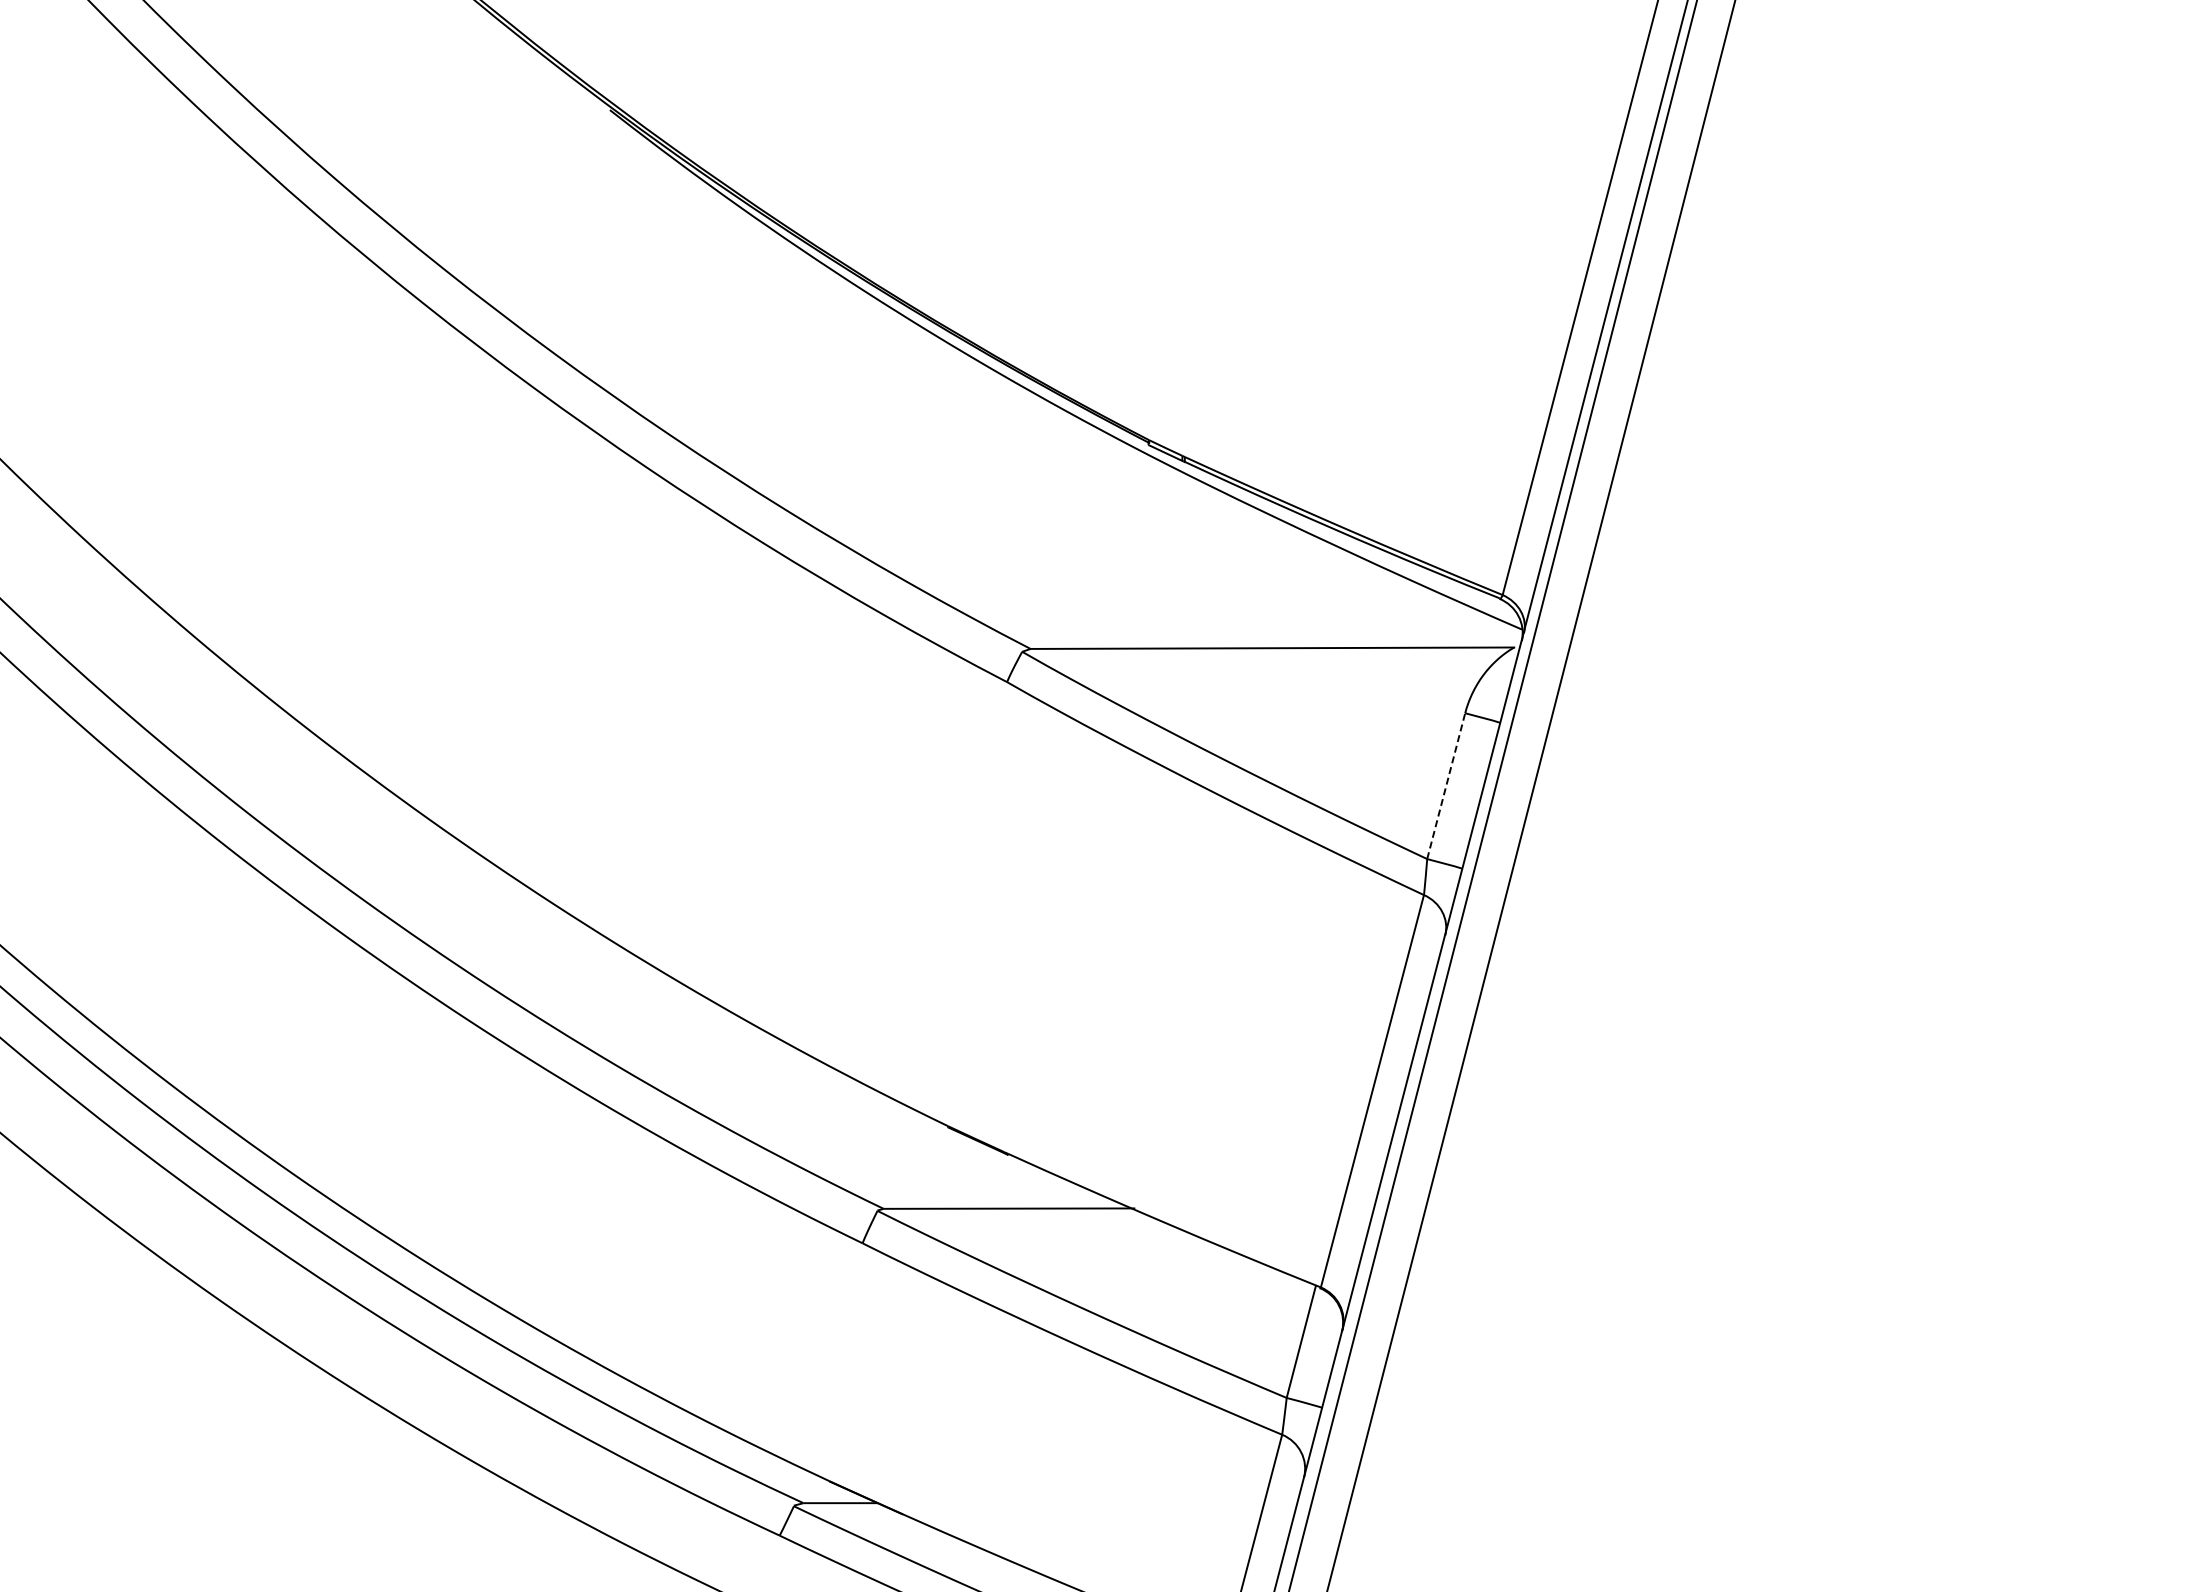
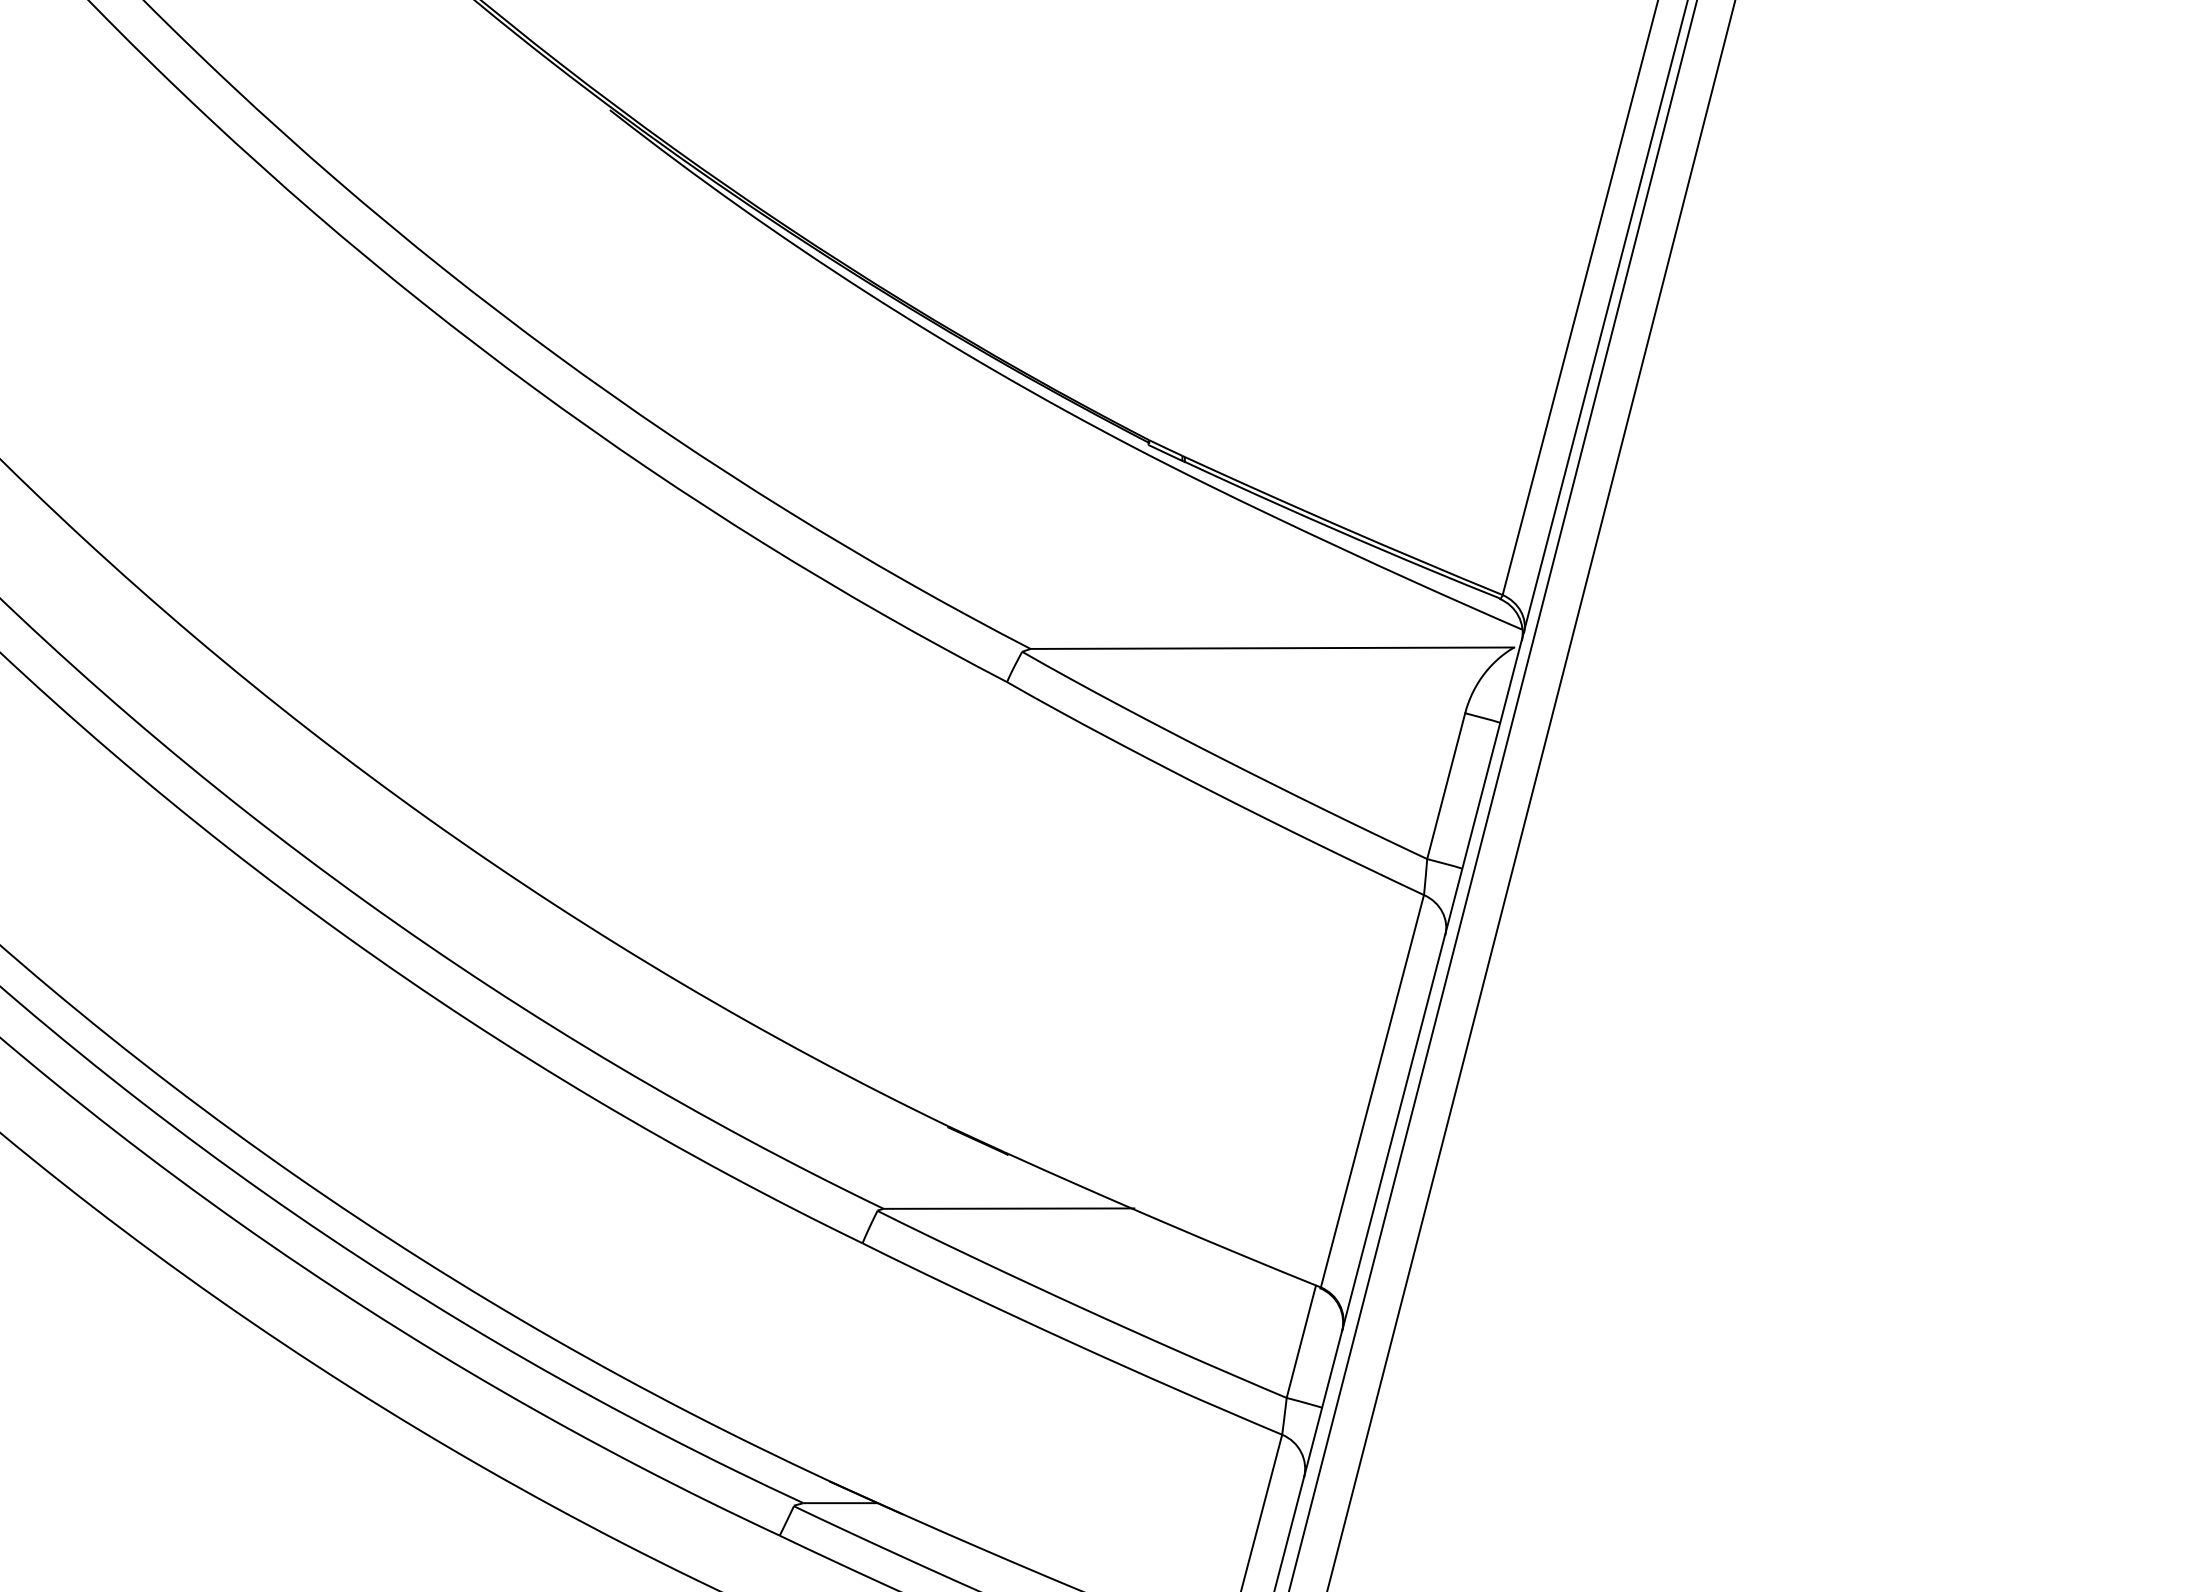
line at (1446, 785): dashed -> solid
